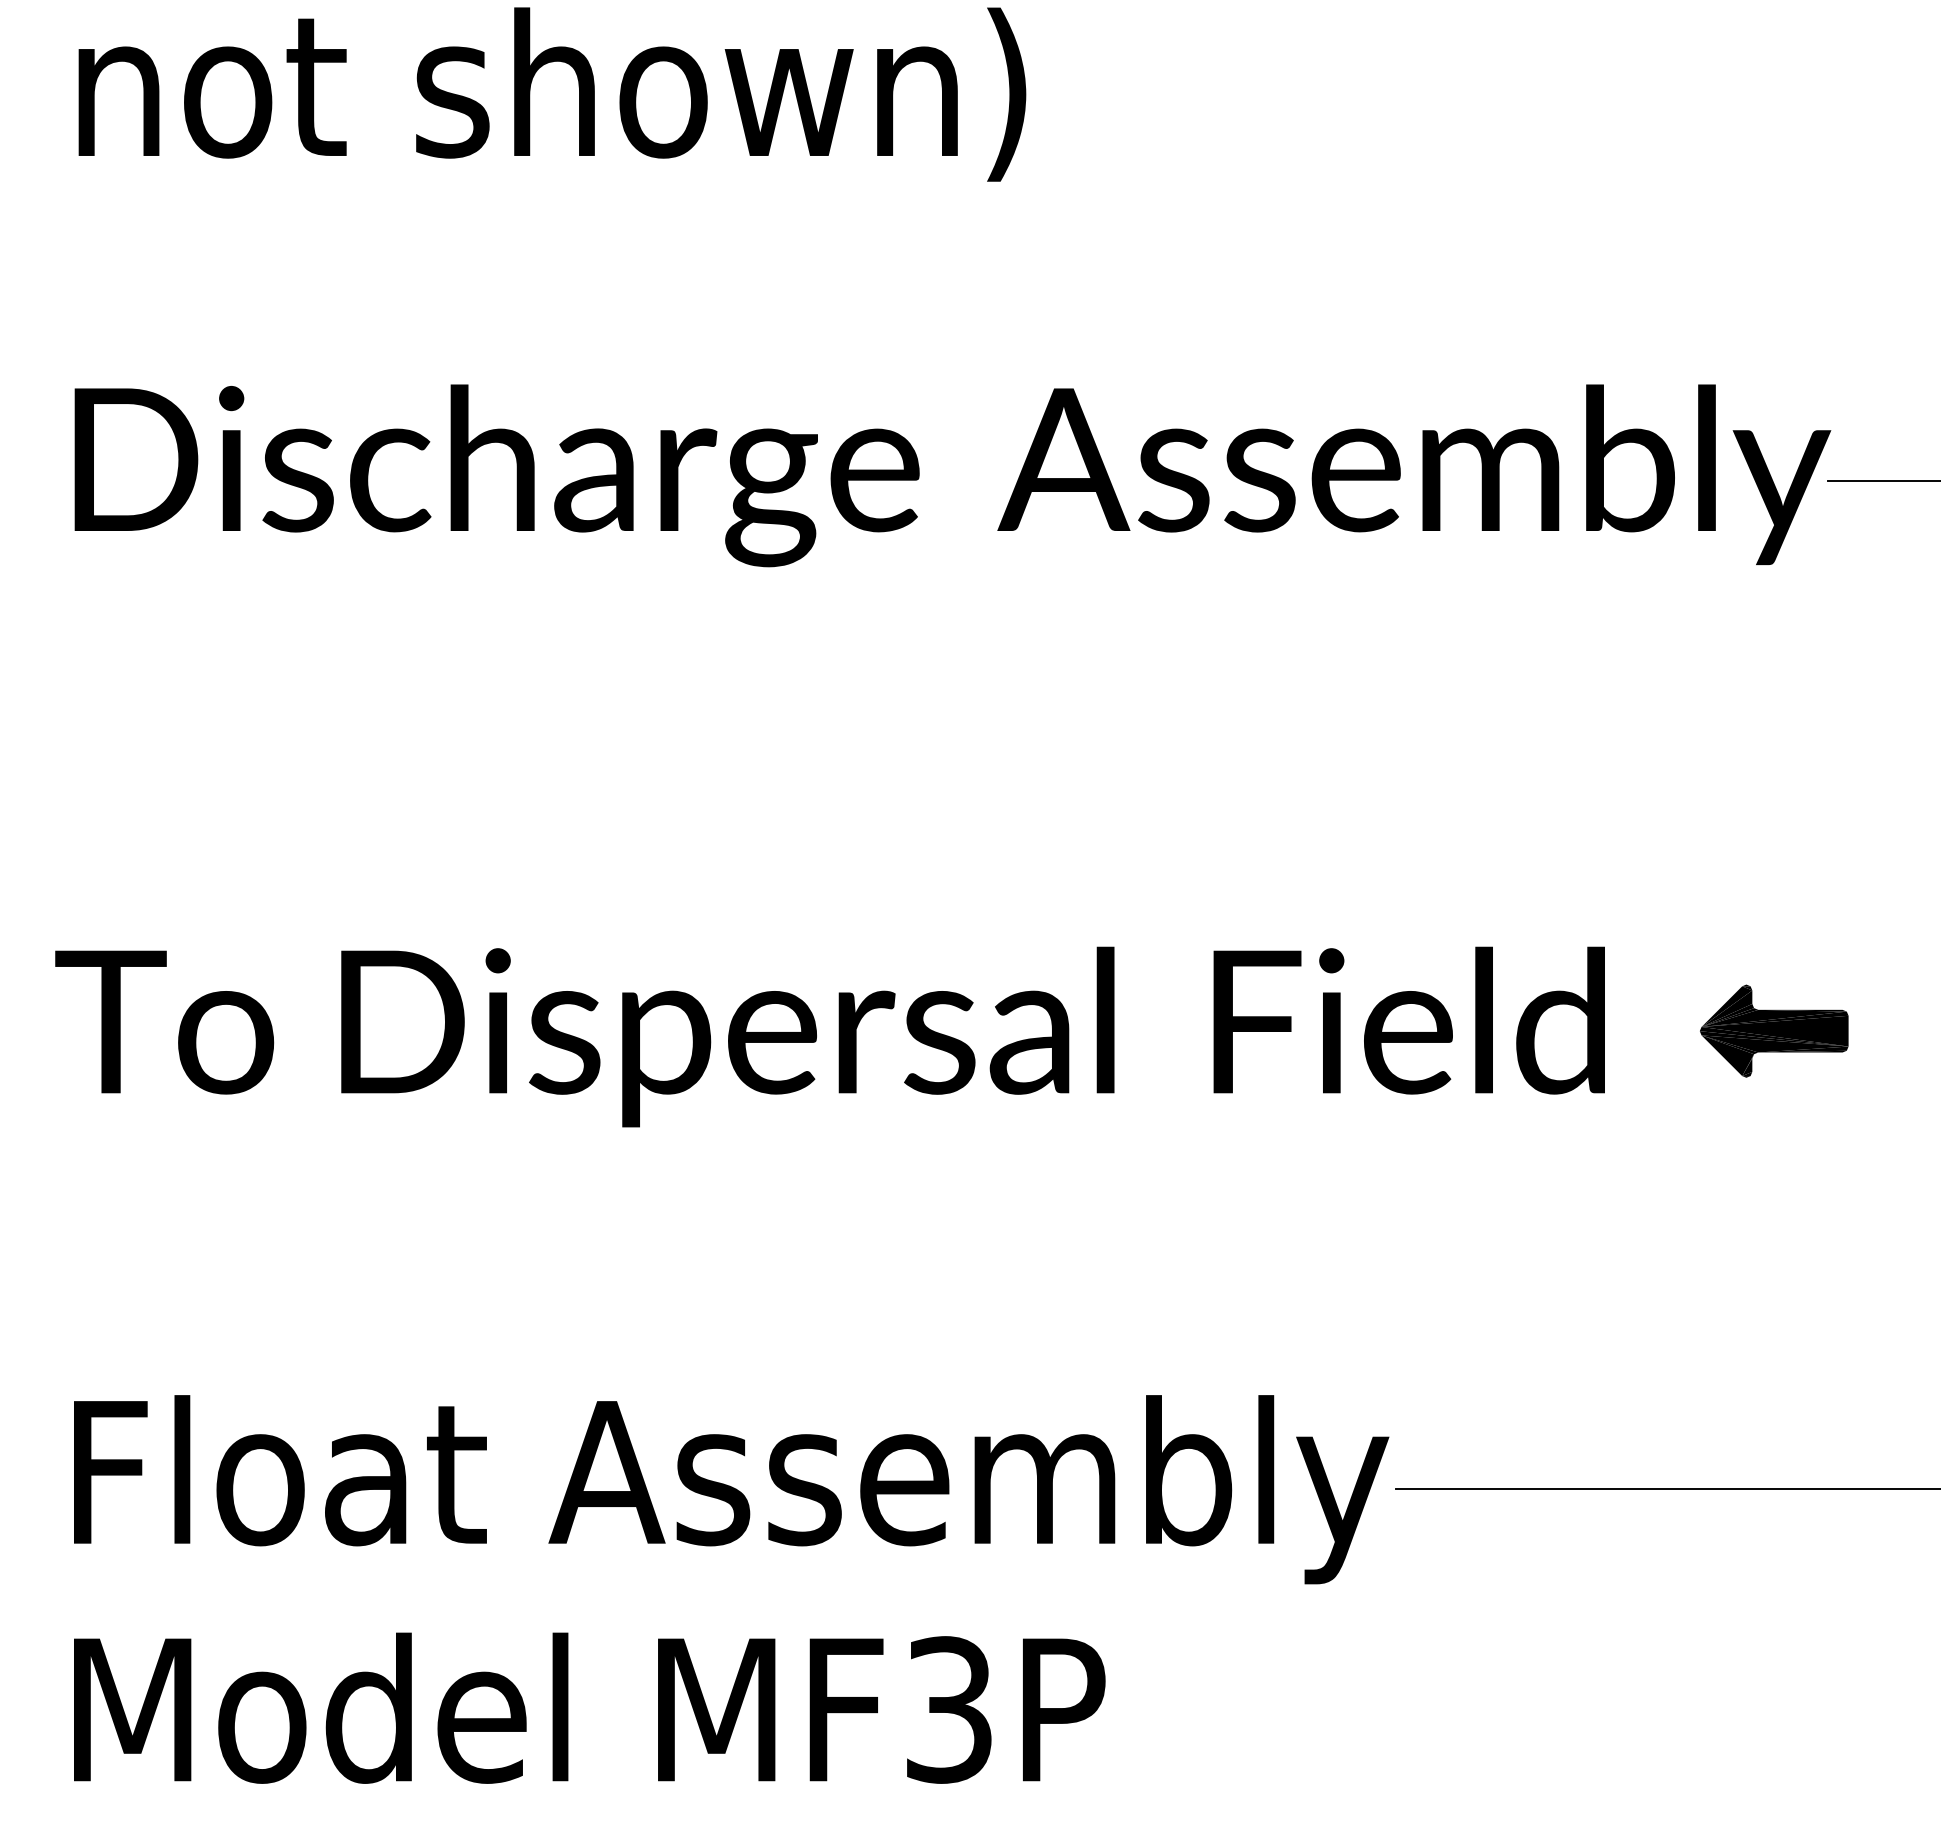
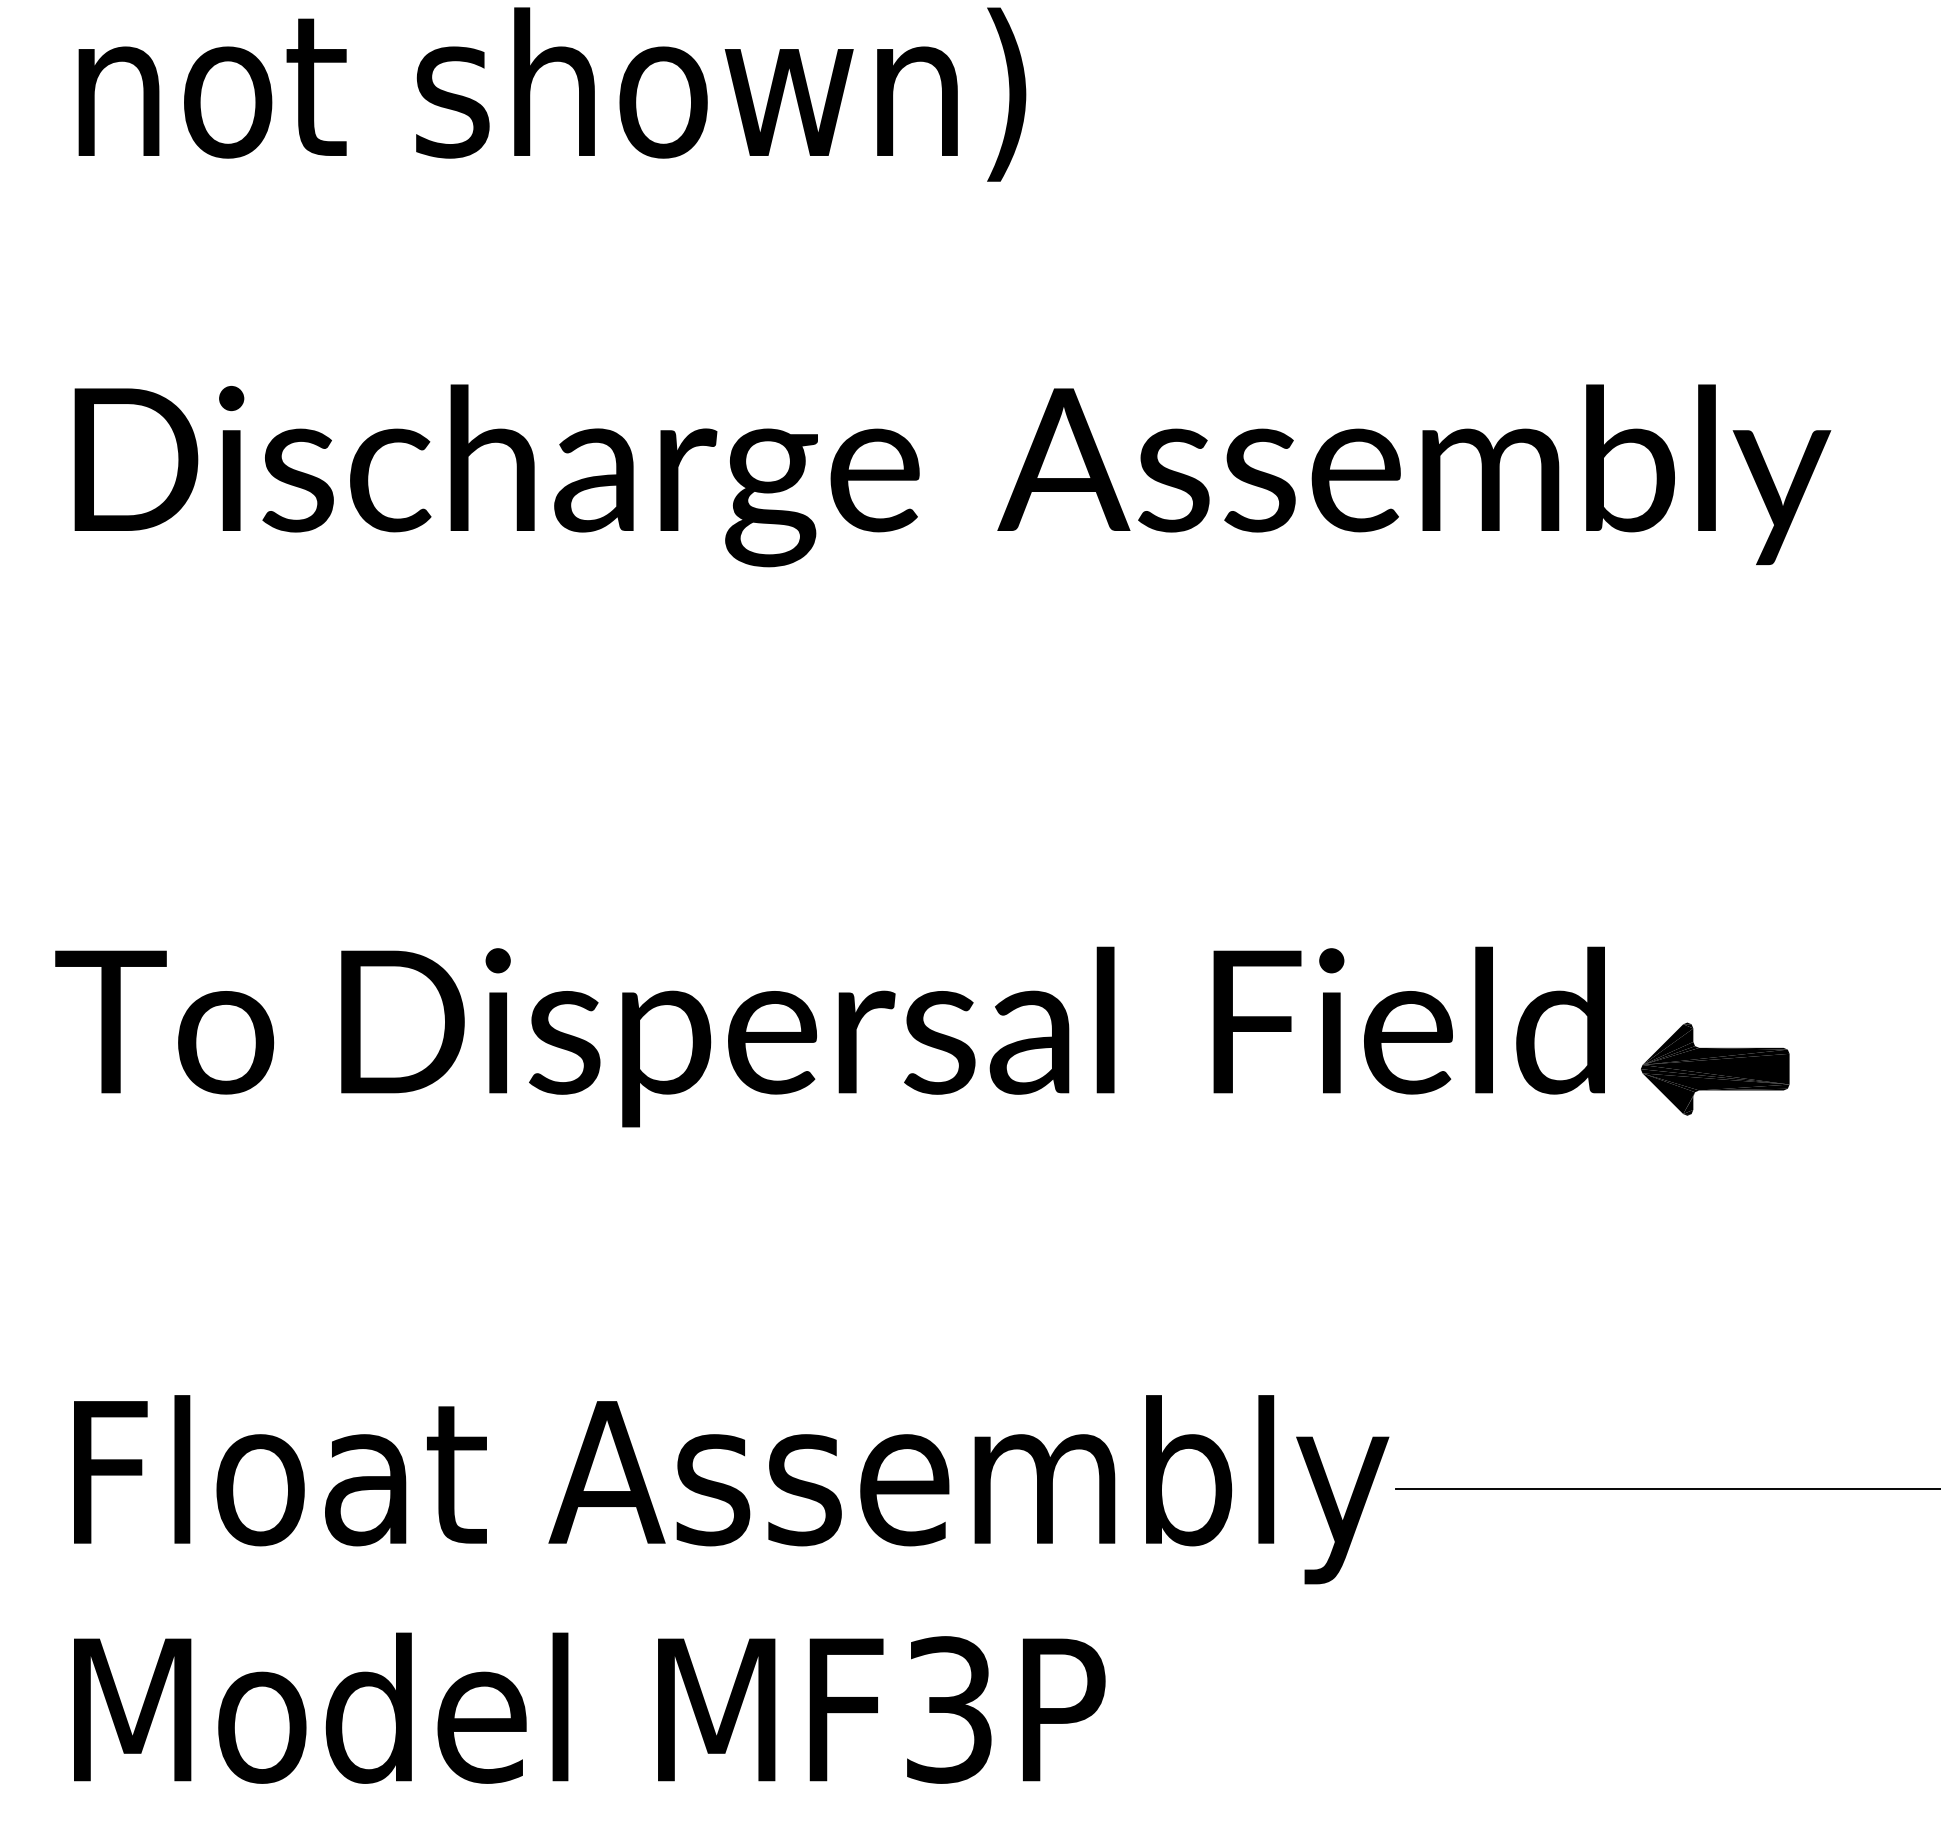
line at (1882, 480): present -> none
part at (1774, 1030) position: (1774, 1030) -> (1715, 1068)
